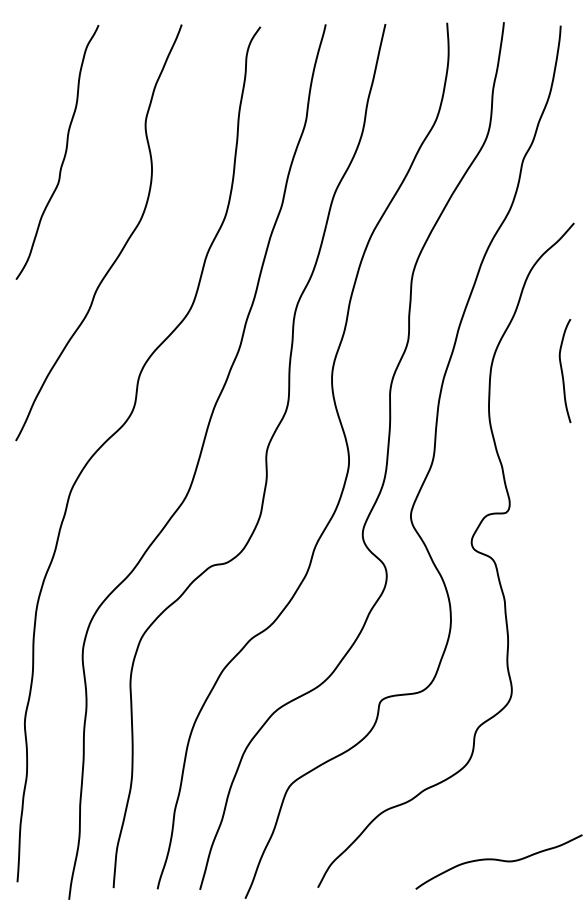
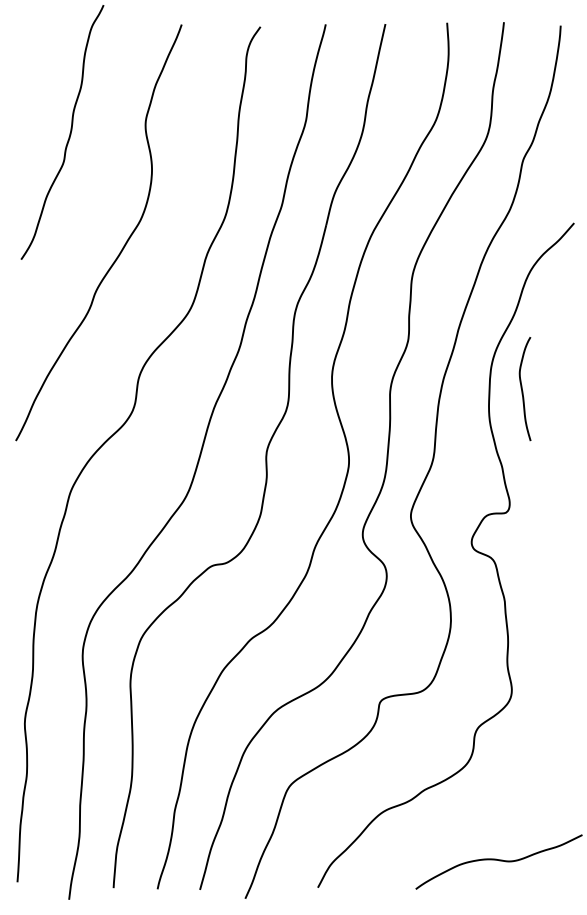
curve at (64, 153) position: (64, 153) -> (69, 133)
curve at (562, 371) position: (562, 371) -> (522, 389)
